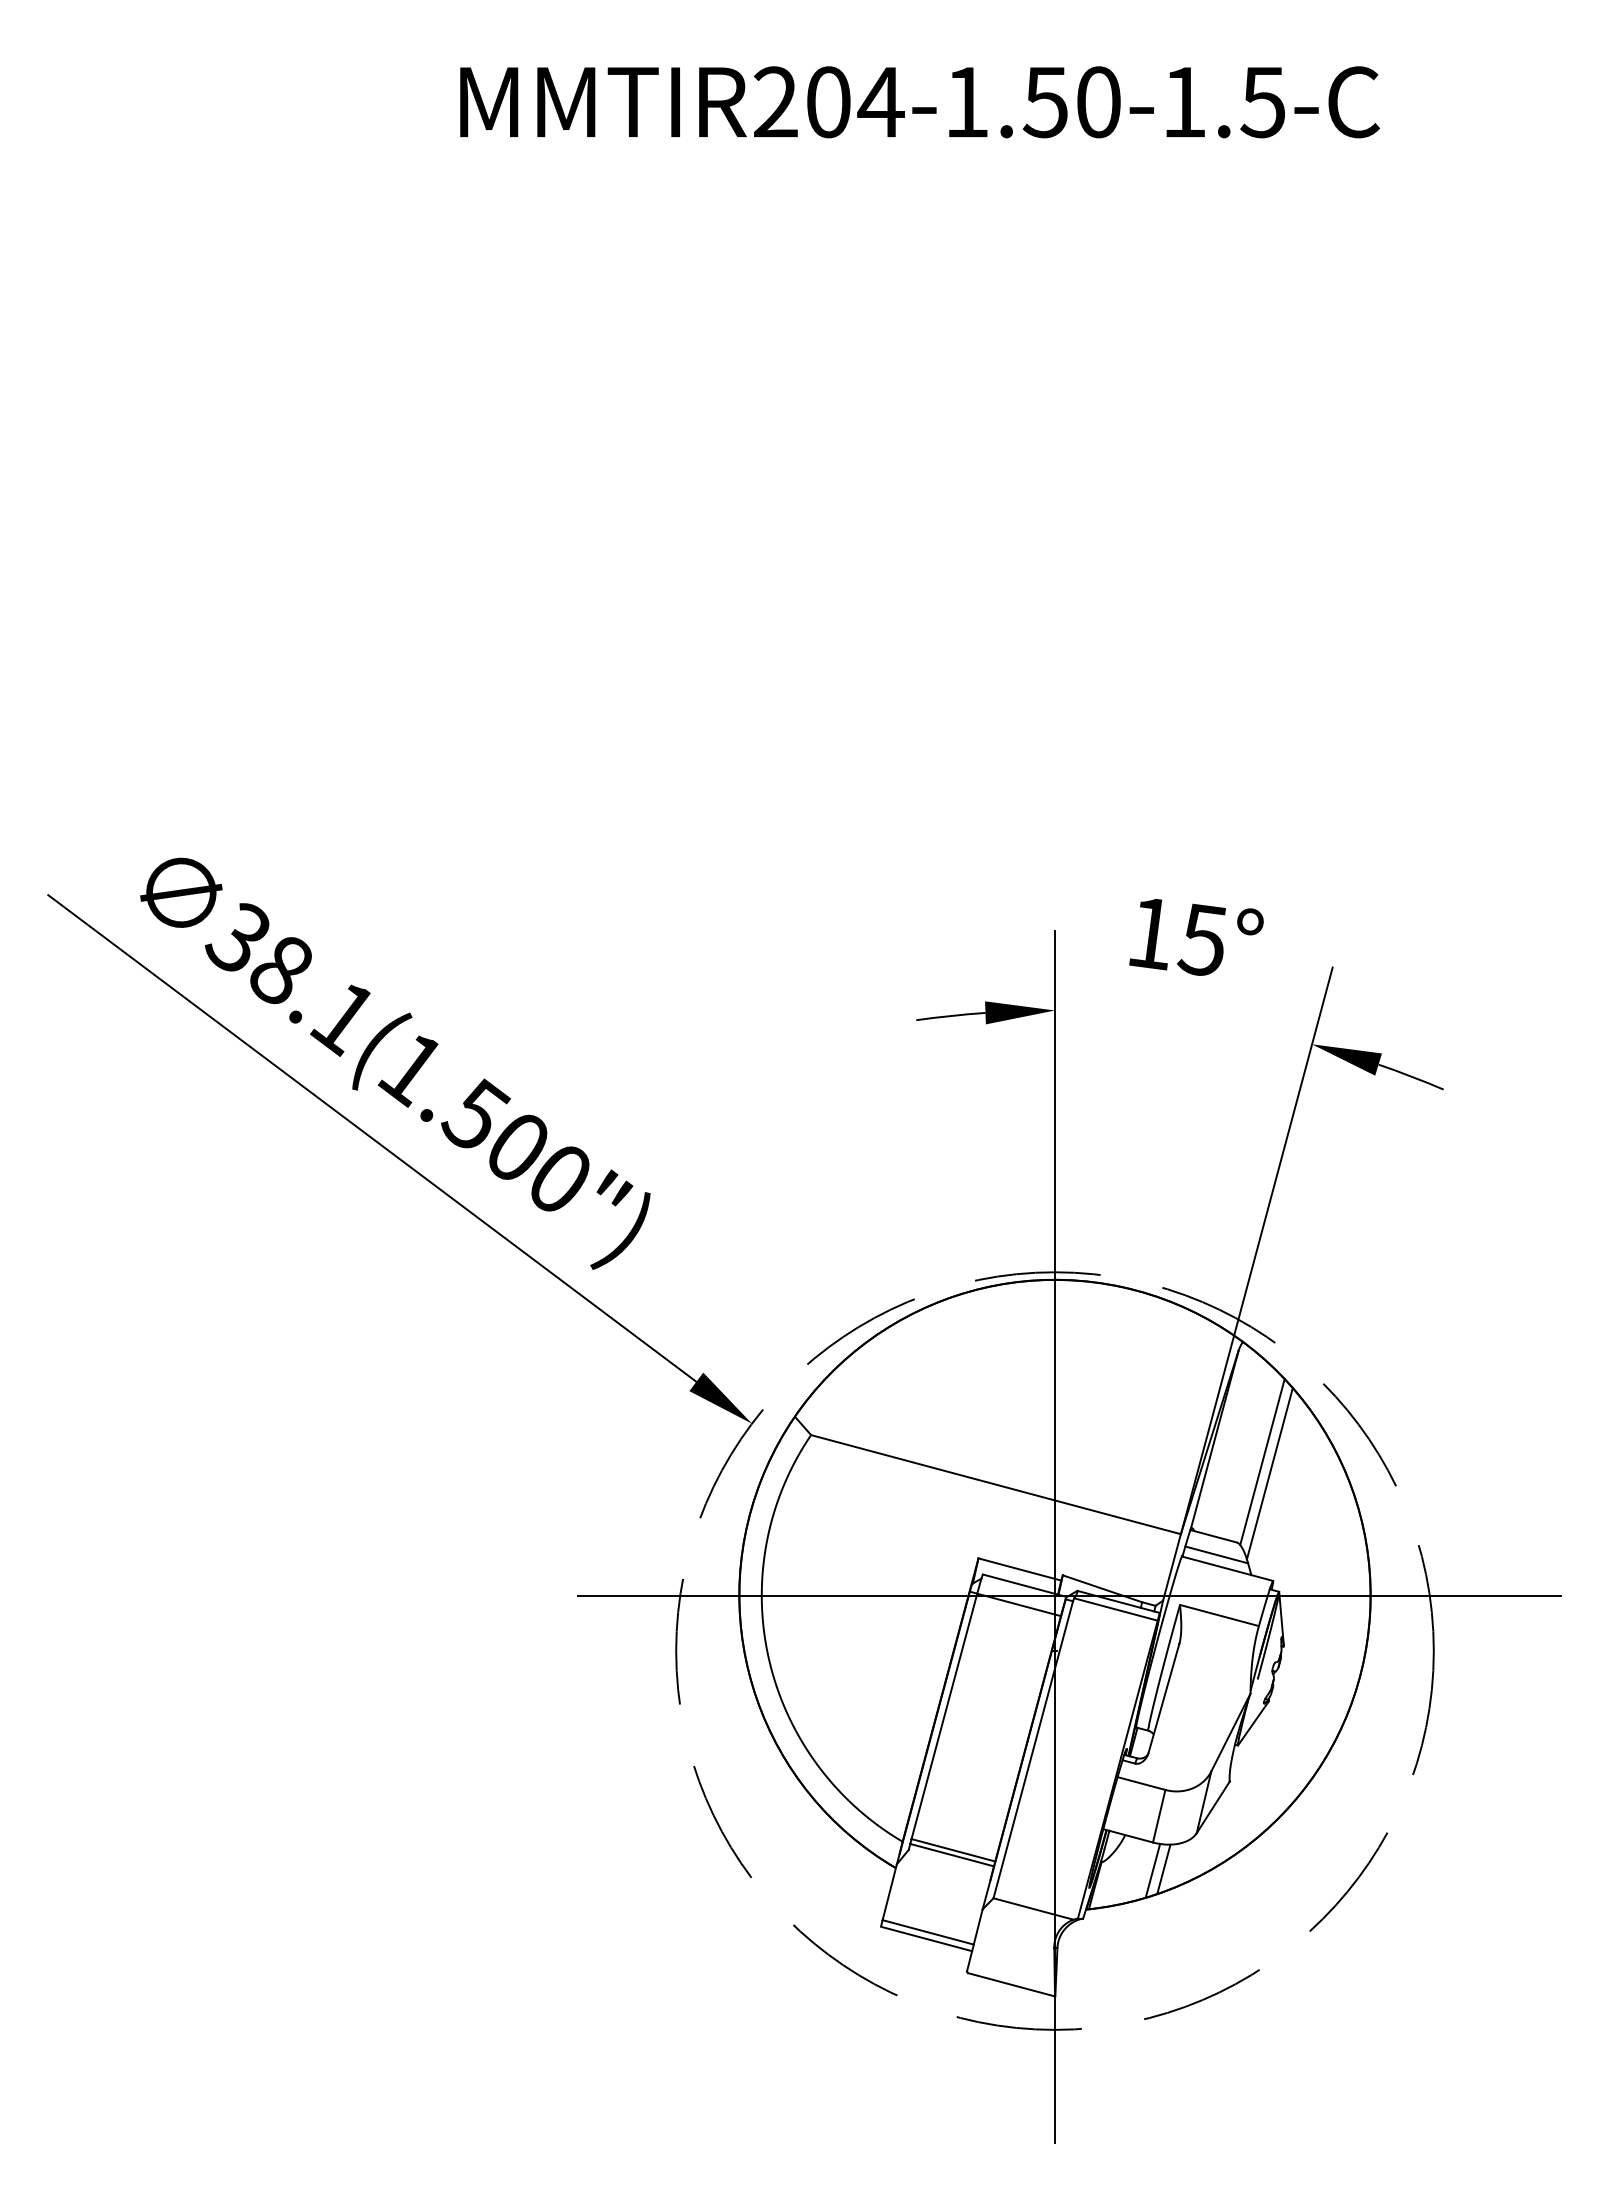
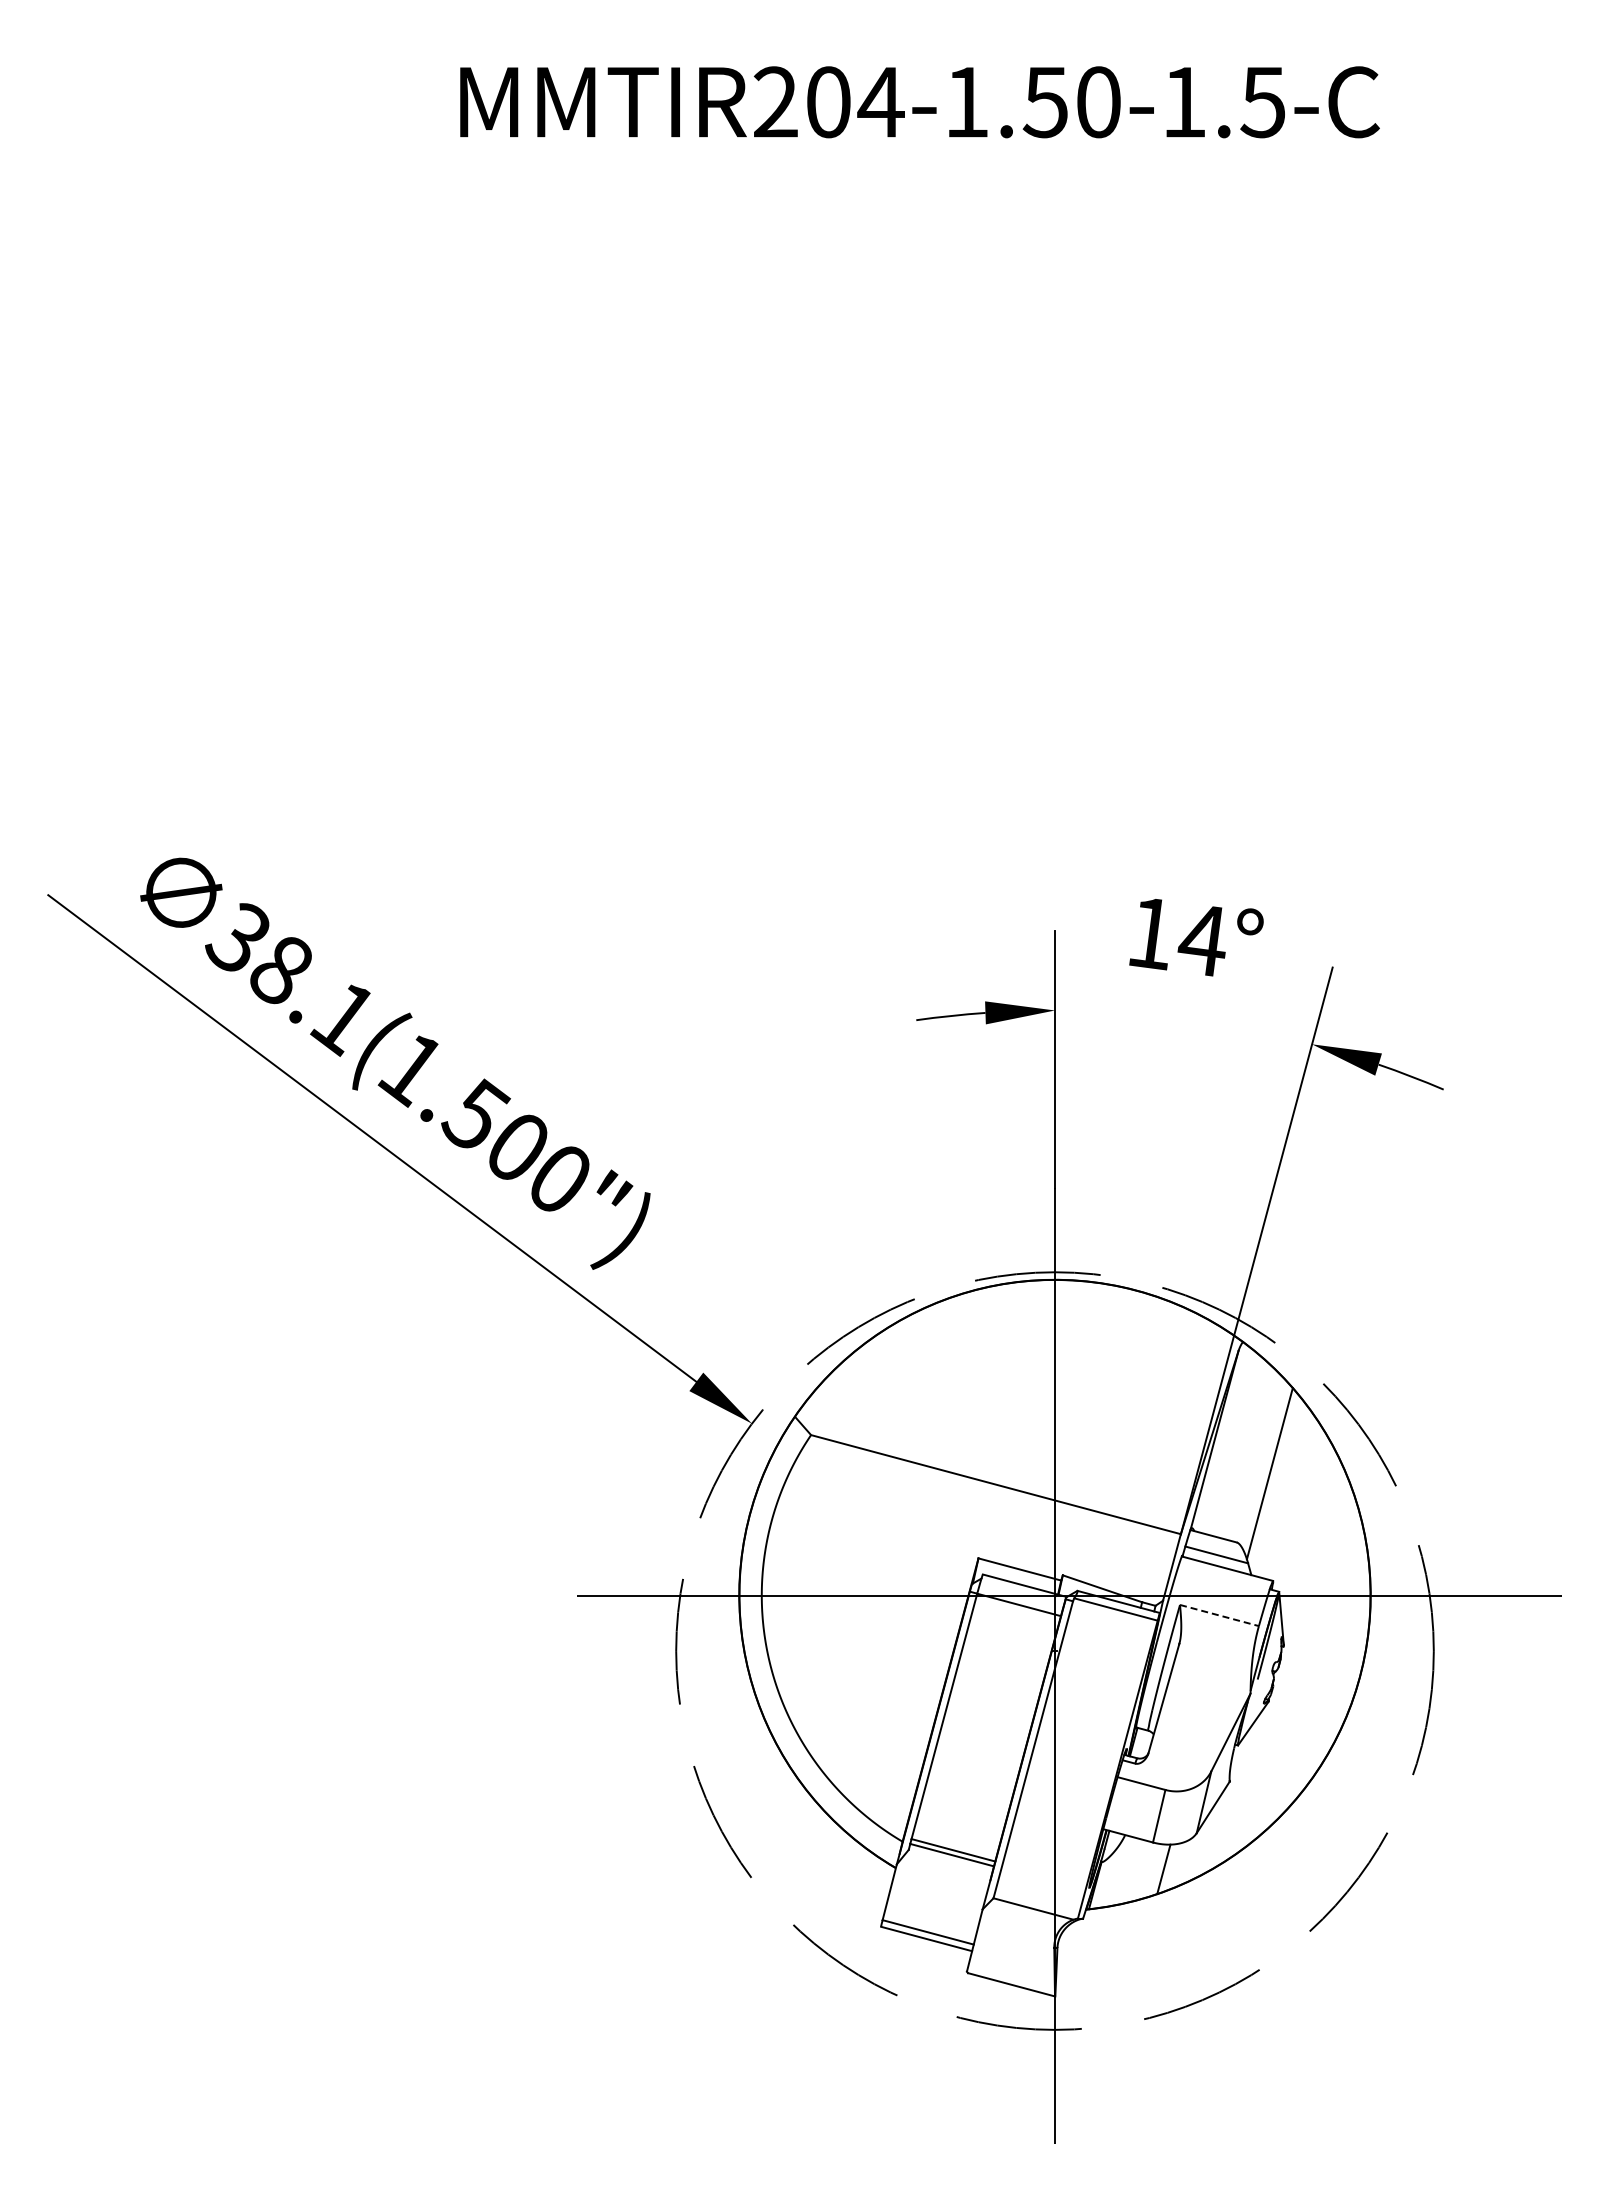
text at (1200, 939): 15° -> 14°
line at (1262, 1462): present -> none
line at (1219, 1615): solid -> dashed
line at (1152, 1870): present -> none
